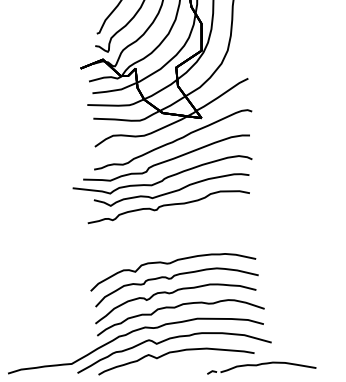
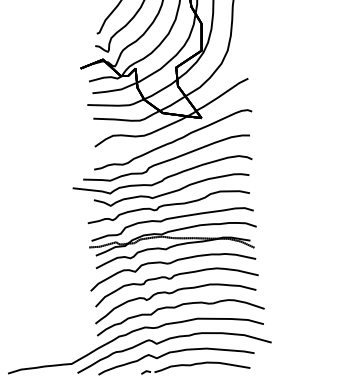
part at (172, 238): none -> present
part at (261, 367) position: (261, 367) -> (195, 367)
